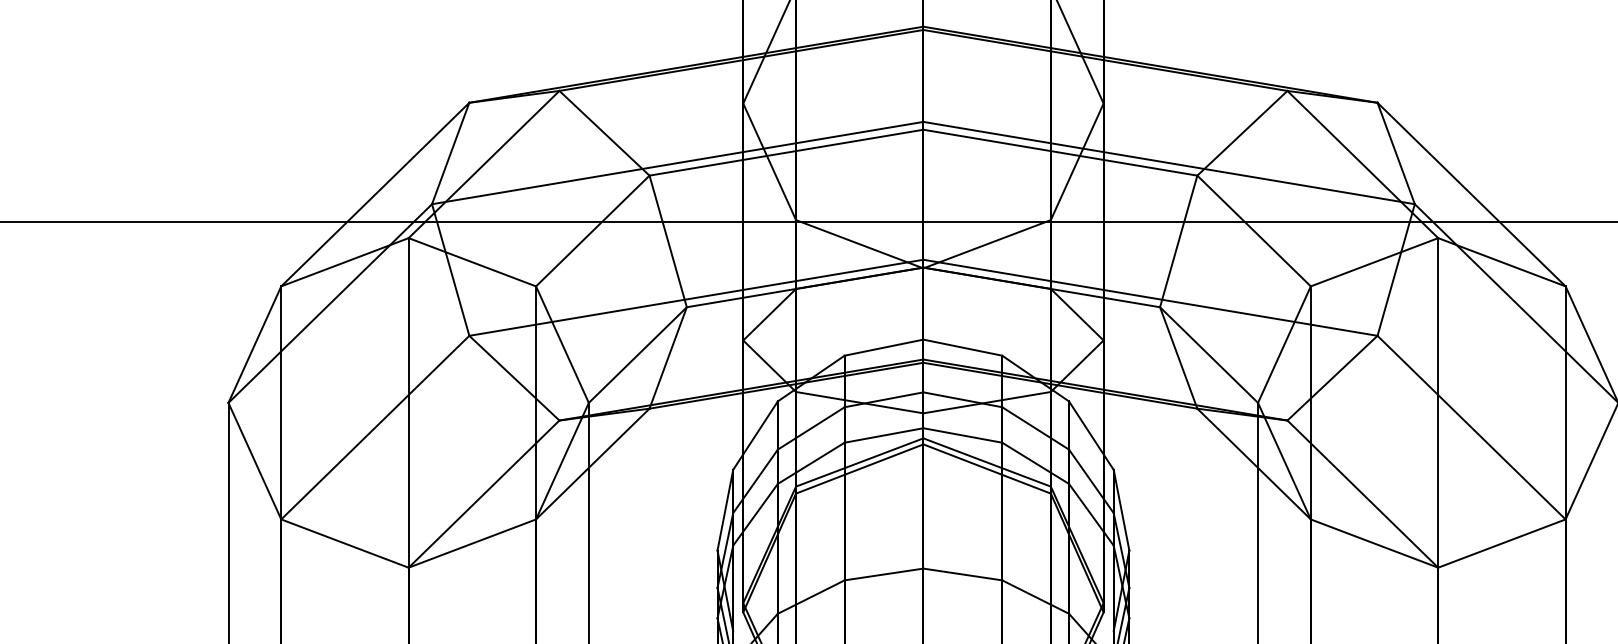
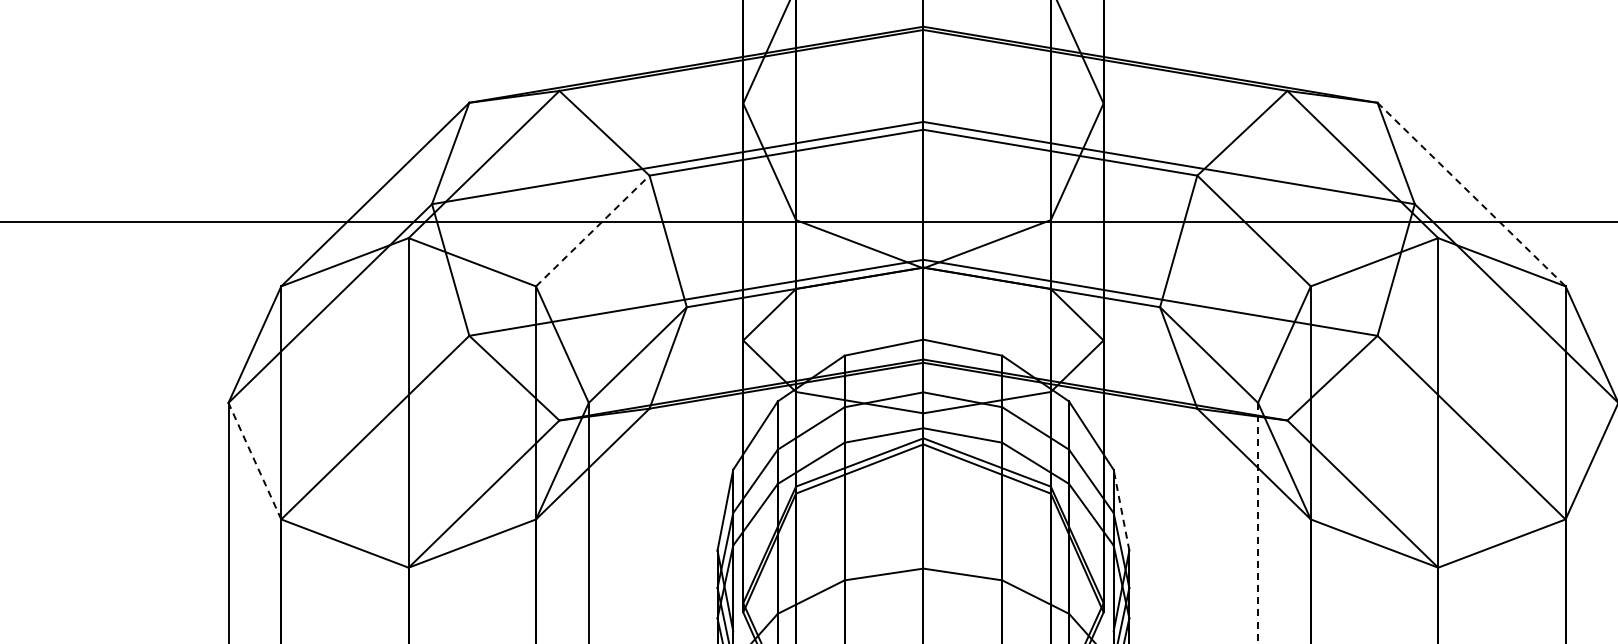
line at (1471, 194): solid -> dashed
line at (593, 230): solid -> dashed
line at (254, 461): solid -> dashed
line at (1121, 509): solid -> dashed
line at (1258, 523): solid -> dashed
